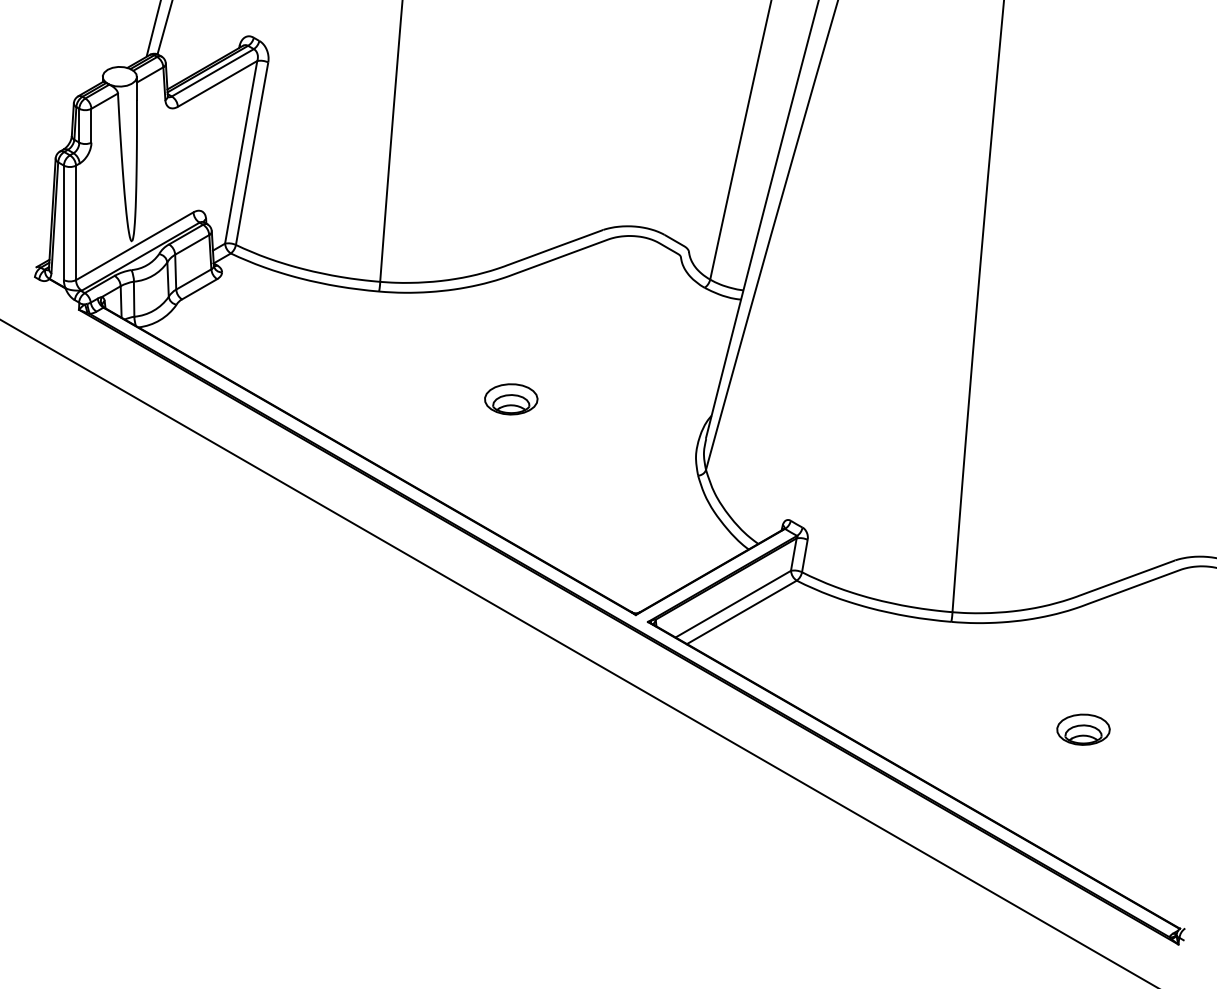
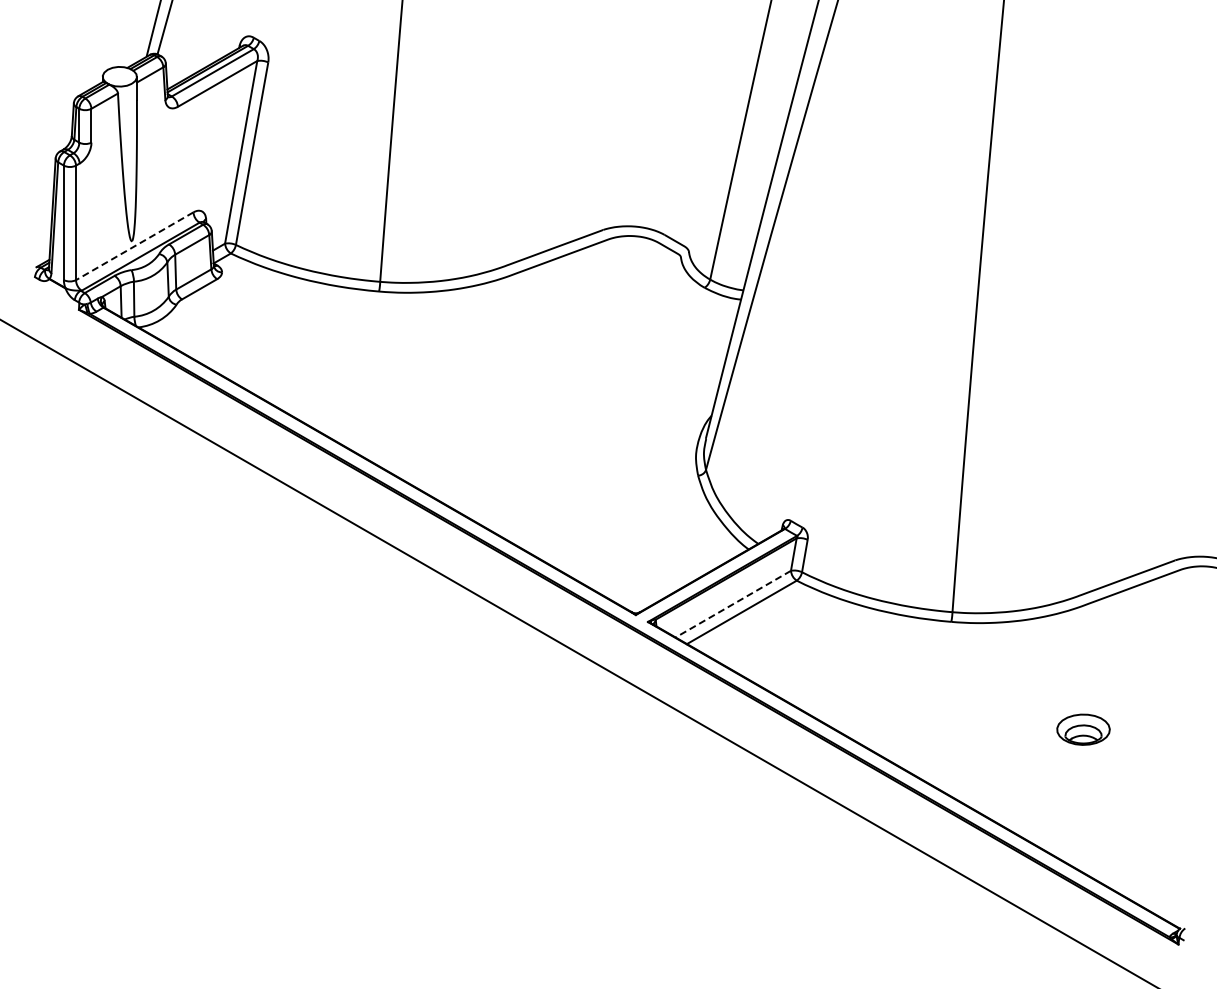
line at (134, 246): solid -> dashed
part at (511, 399): present -> none
line at (733, 604): solid -> dashed
